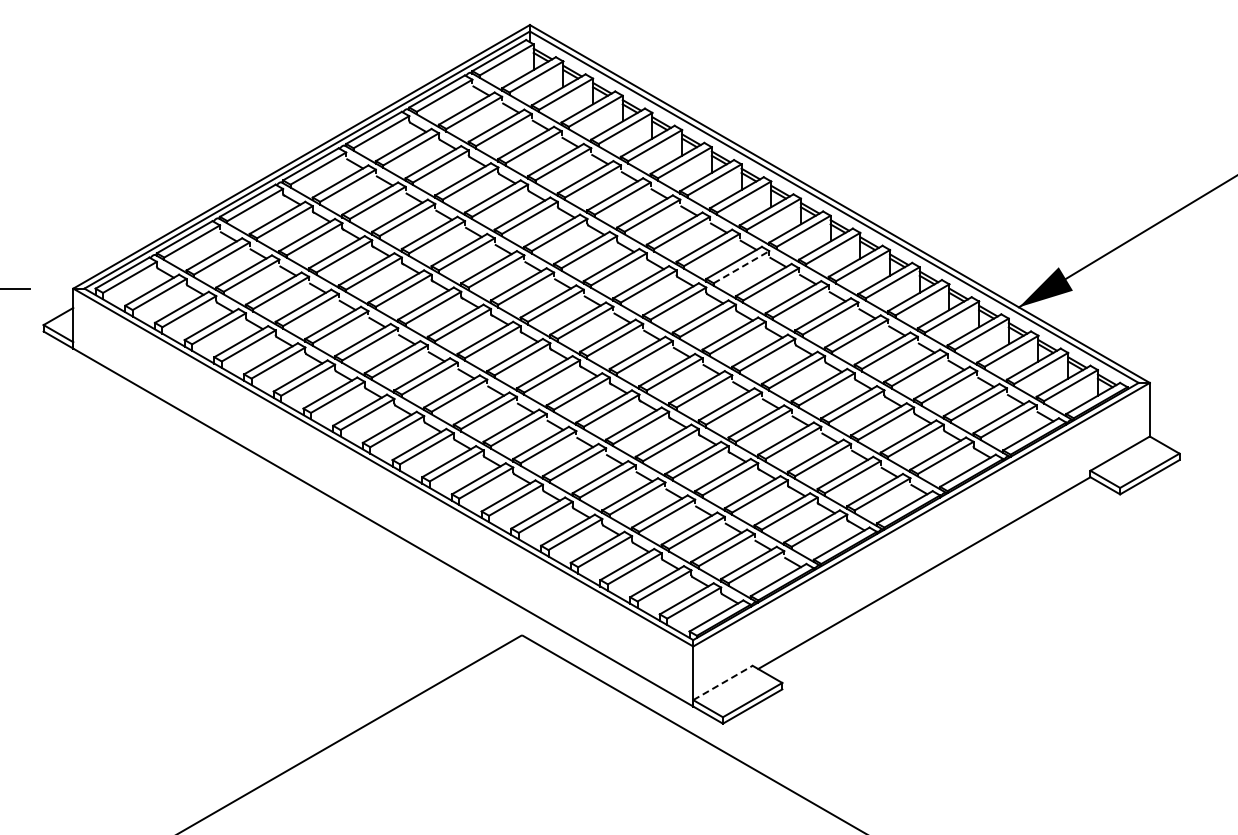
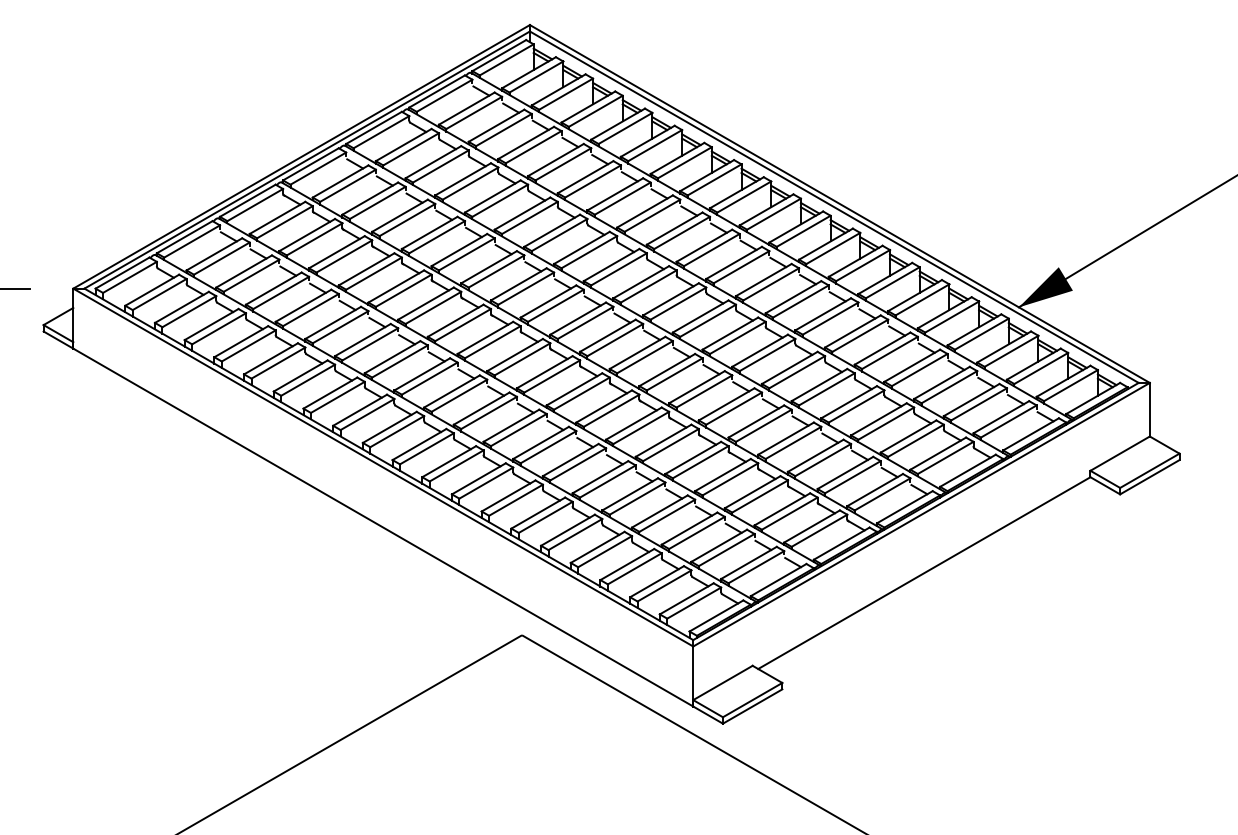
line at (741, 266): dashed -> solid
line at (723, 682): dashed -> solid
